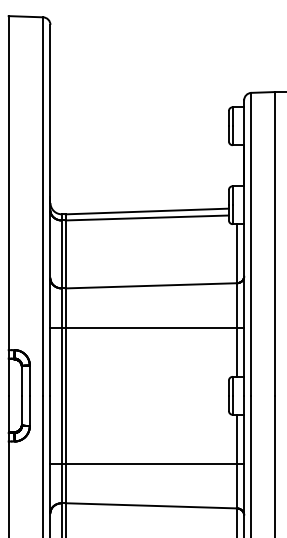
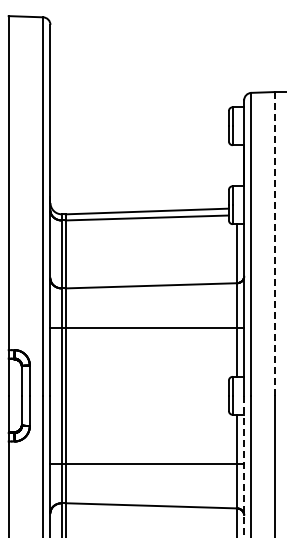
line at (274, 243): solid -> dashed
line at (244, 466): solid -> dashed
